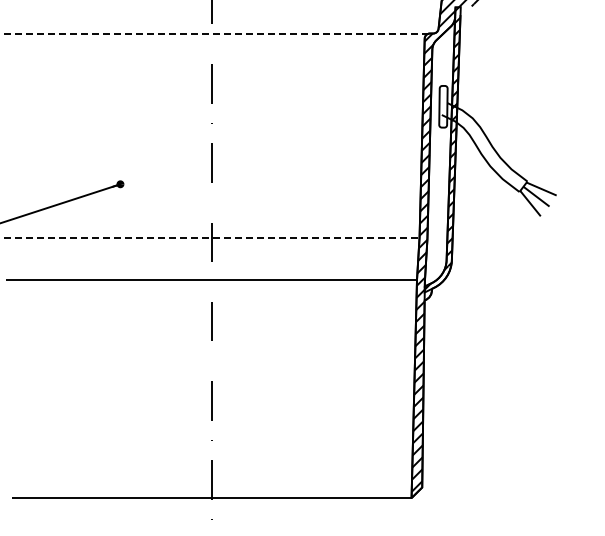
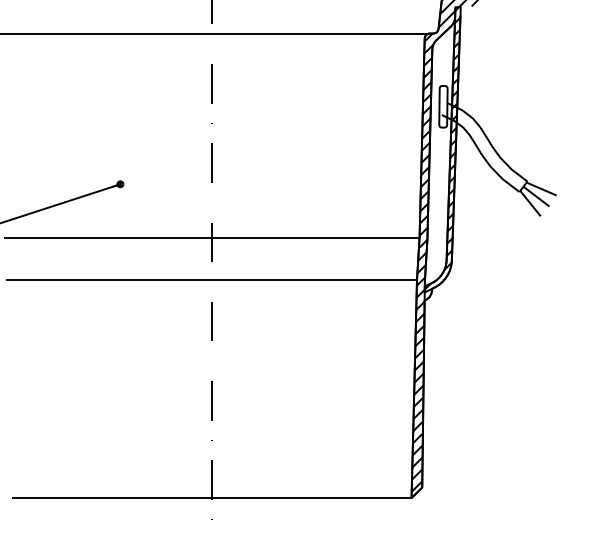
line at (215, 33): dashed -> solid
line at (211, 237): dashed -> solid
